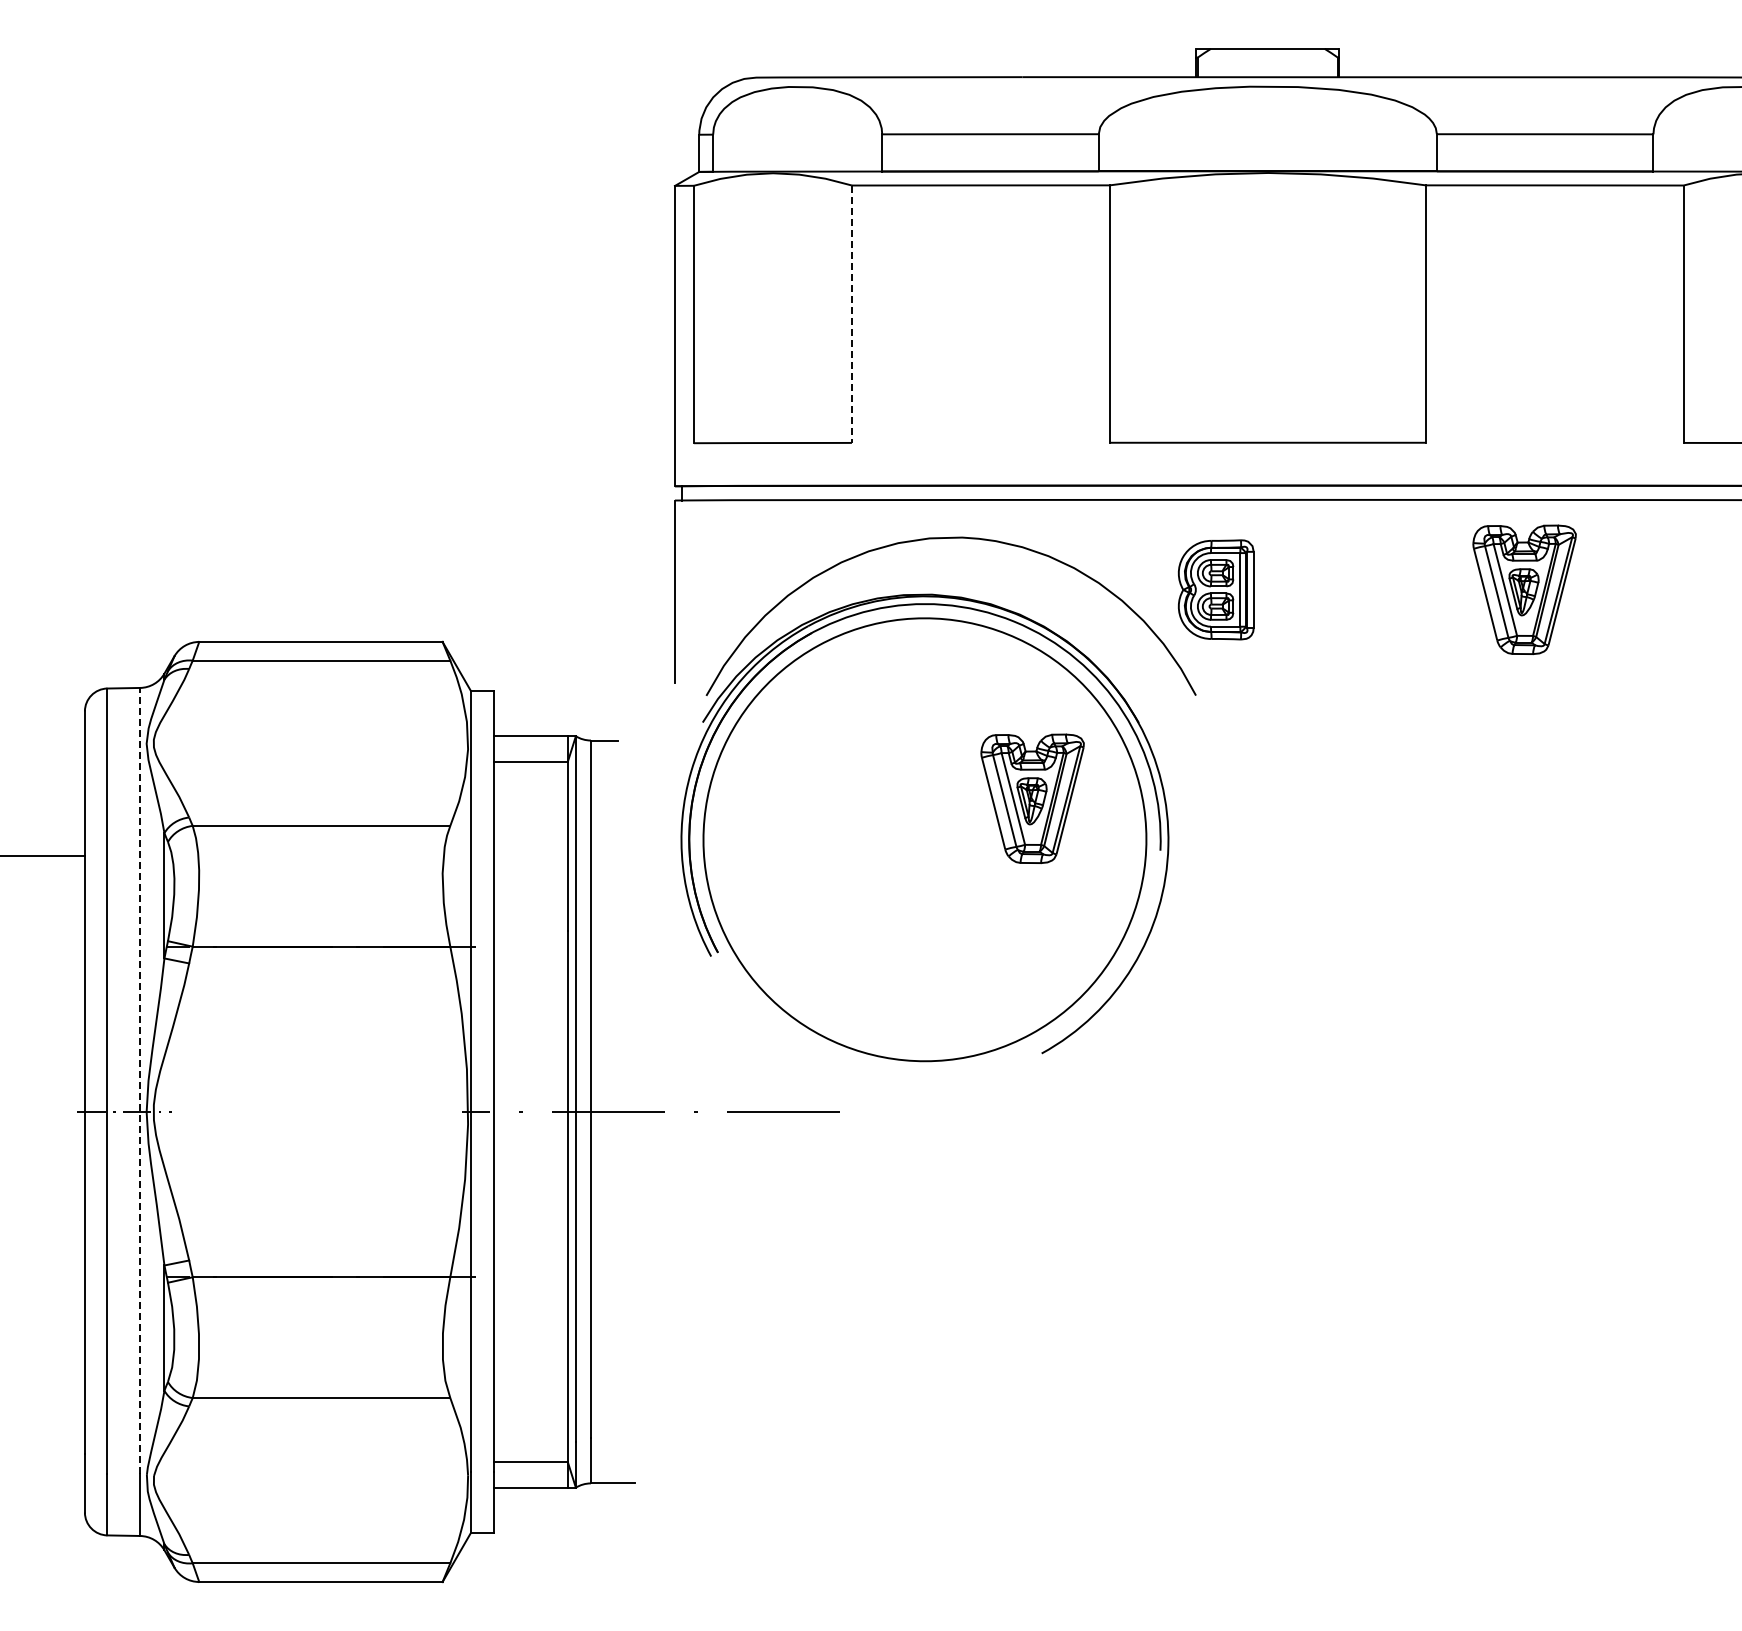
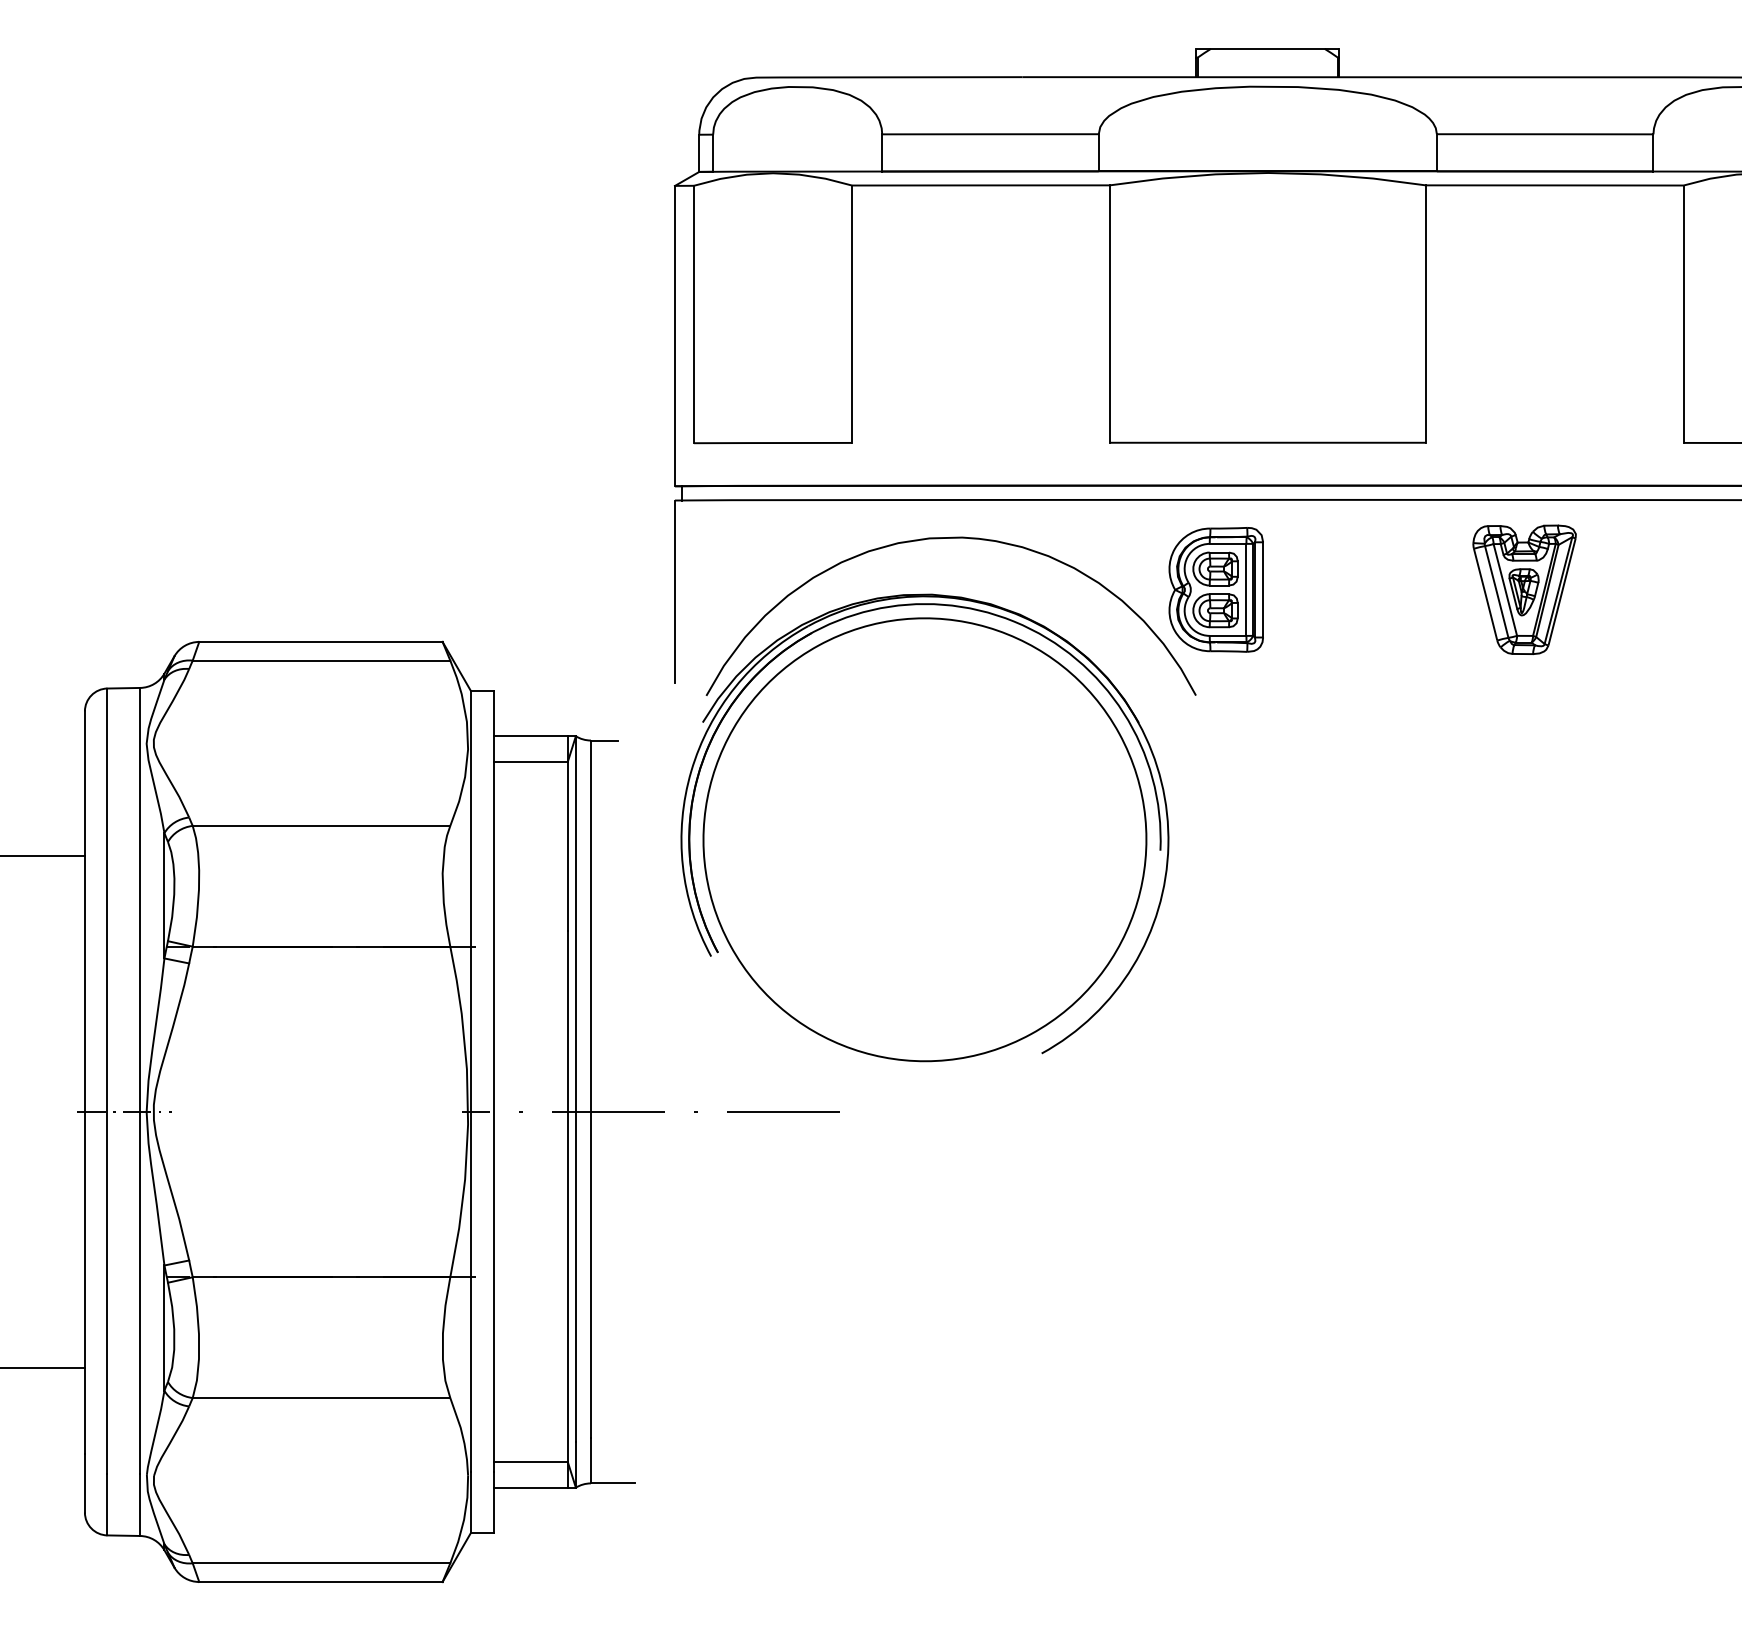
line at (851, 314): dashed -> solid
part at (1215, 589) size: 78x102 px -> 96x126 px
part at (1032, 798): present -> none
line at (140, 1080): dashed -> solid
line at (43, 1367): none -> present
